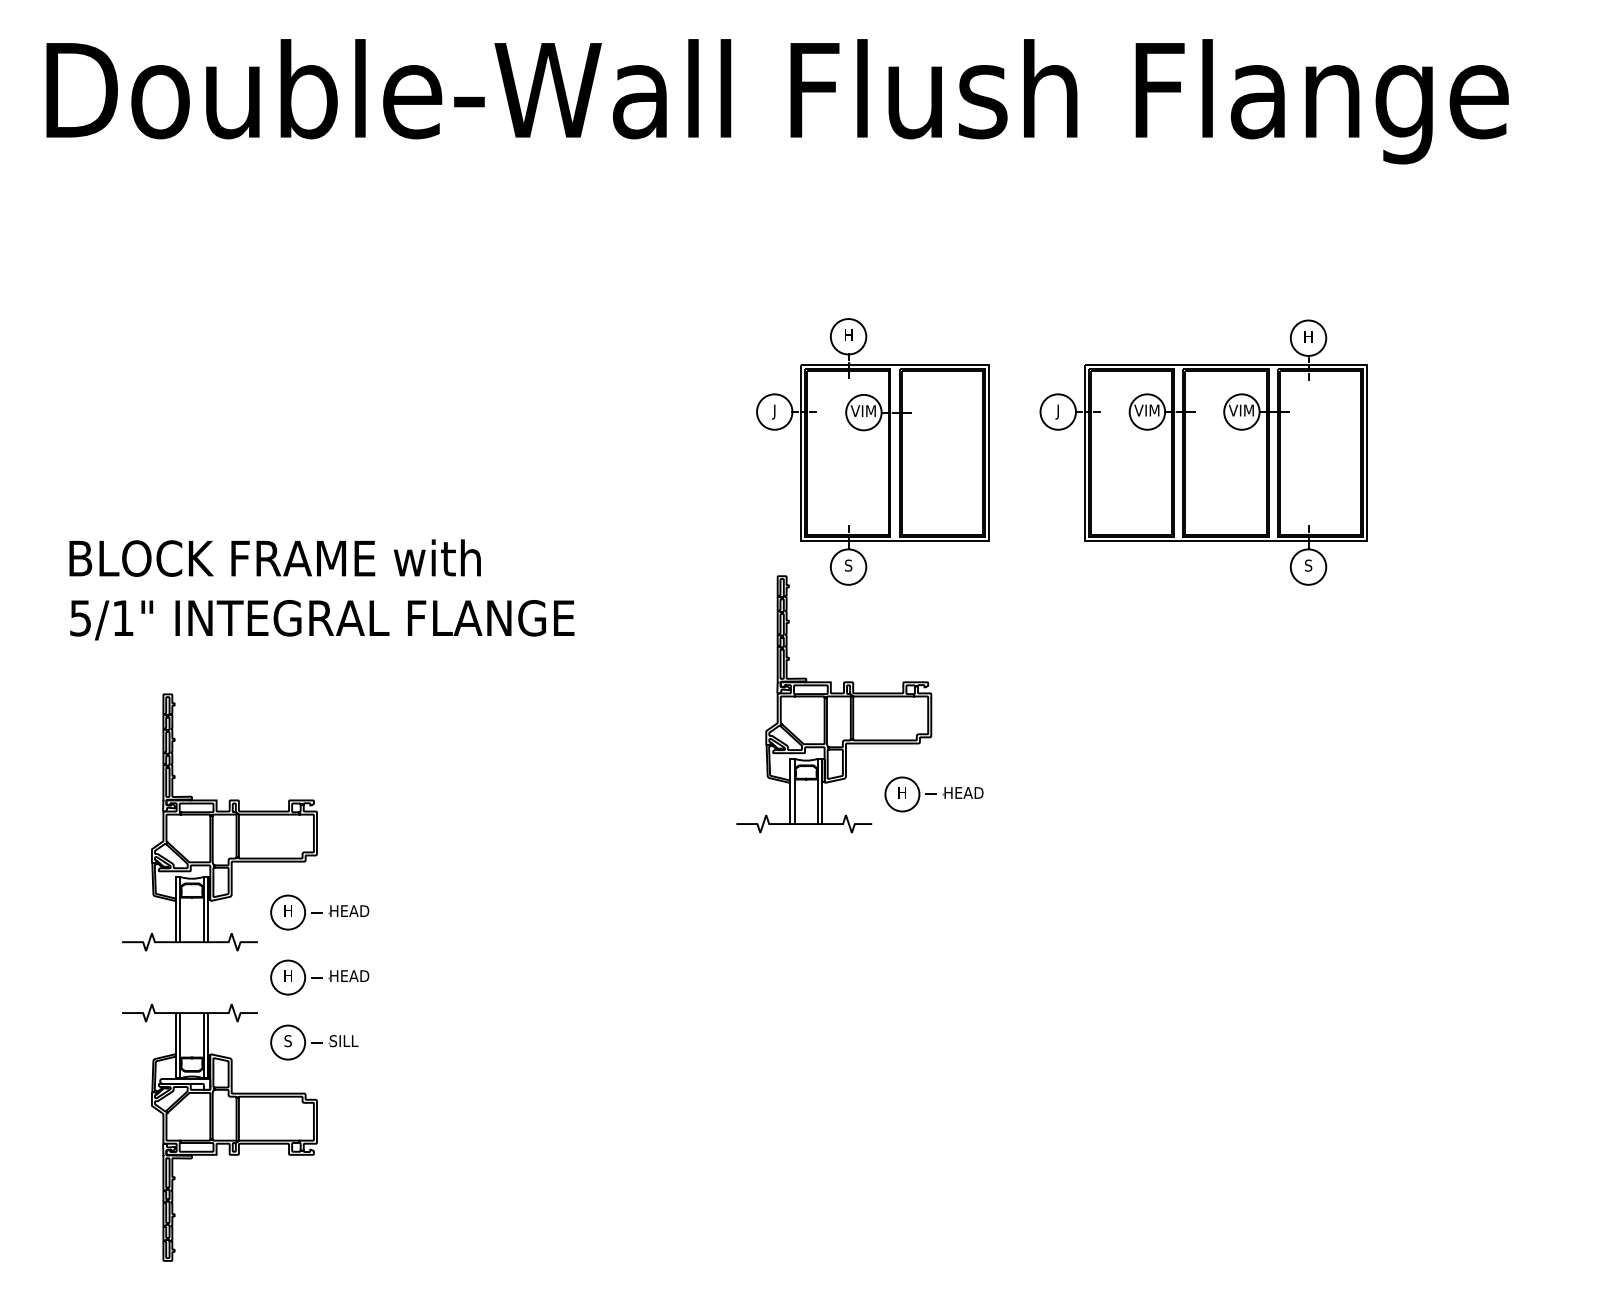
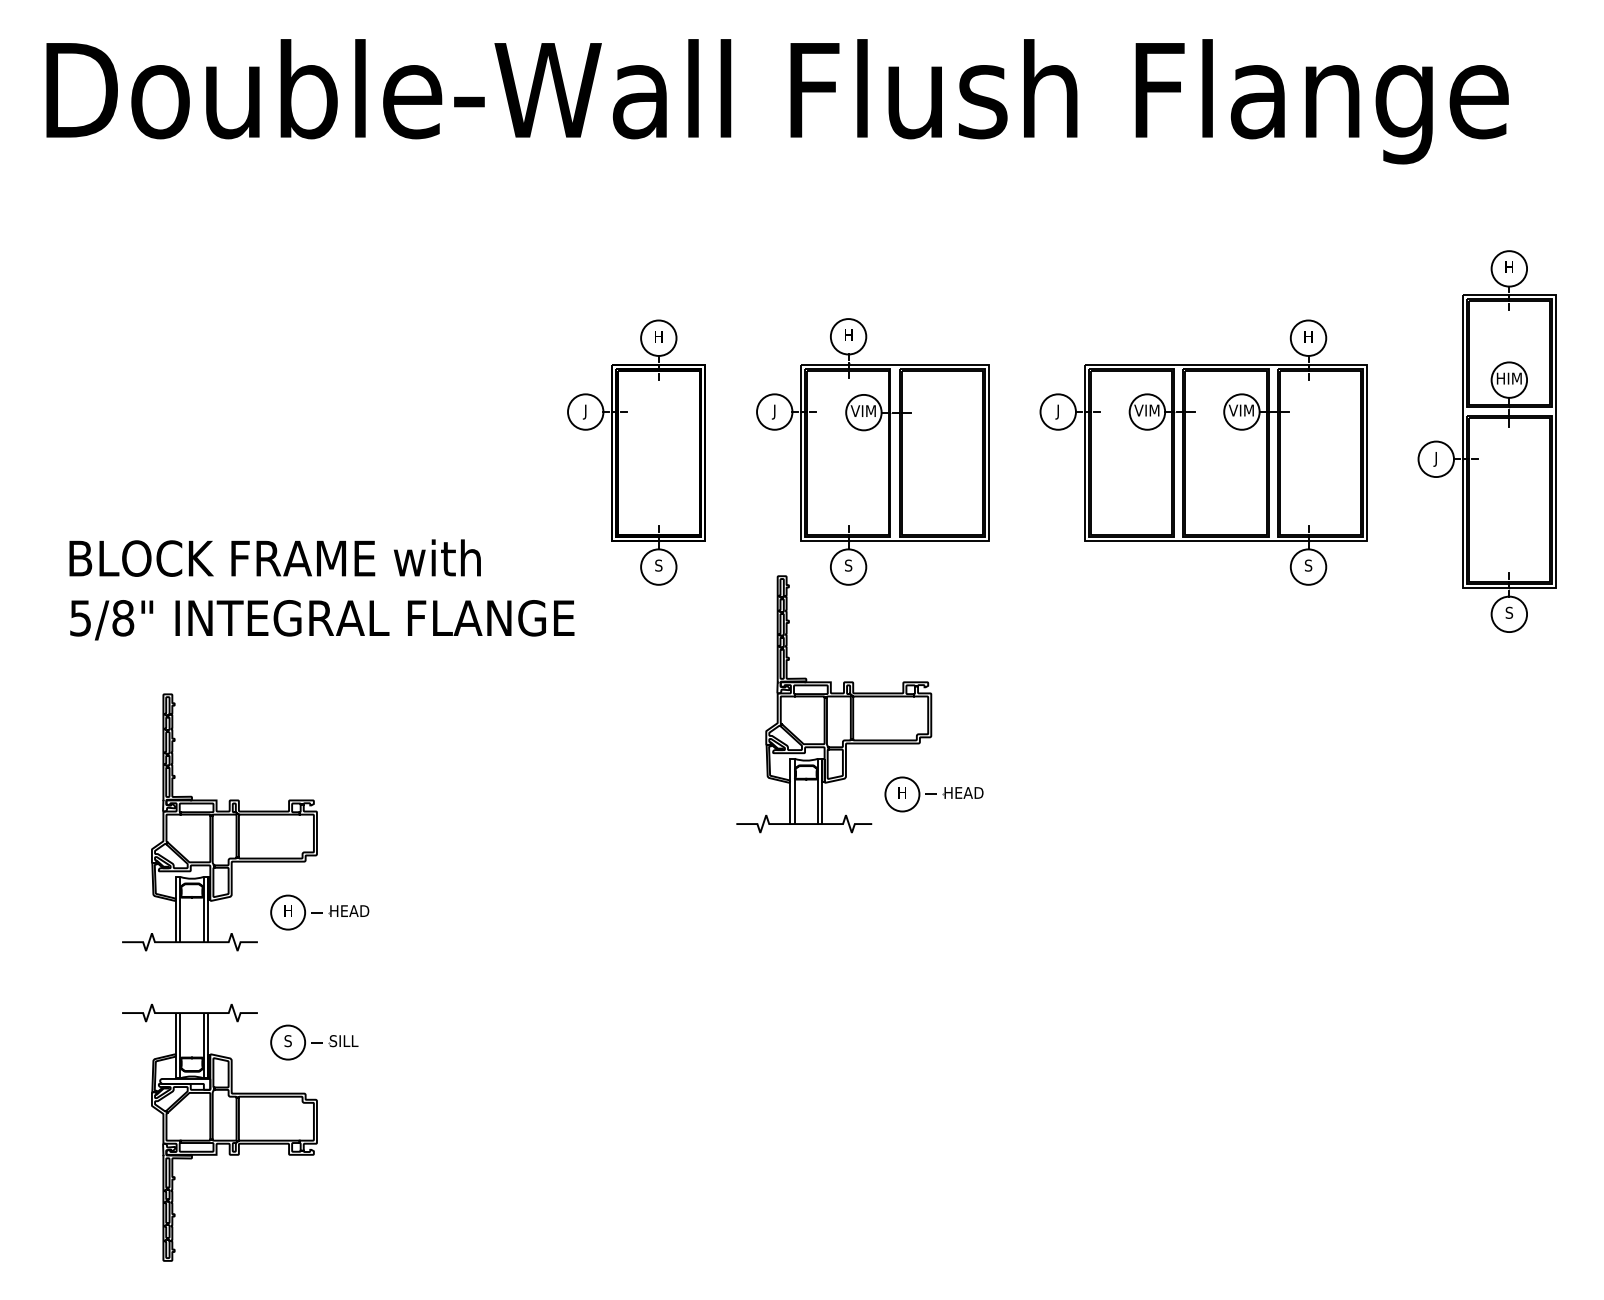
part at (1486, 441): none -> present
part at (636, 452): none -> present
text at (123, 618): 5/1" -> 5/8"
part at (319, 977): present -> none
